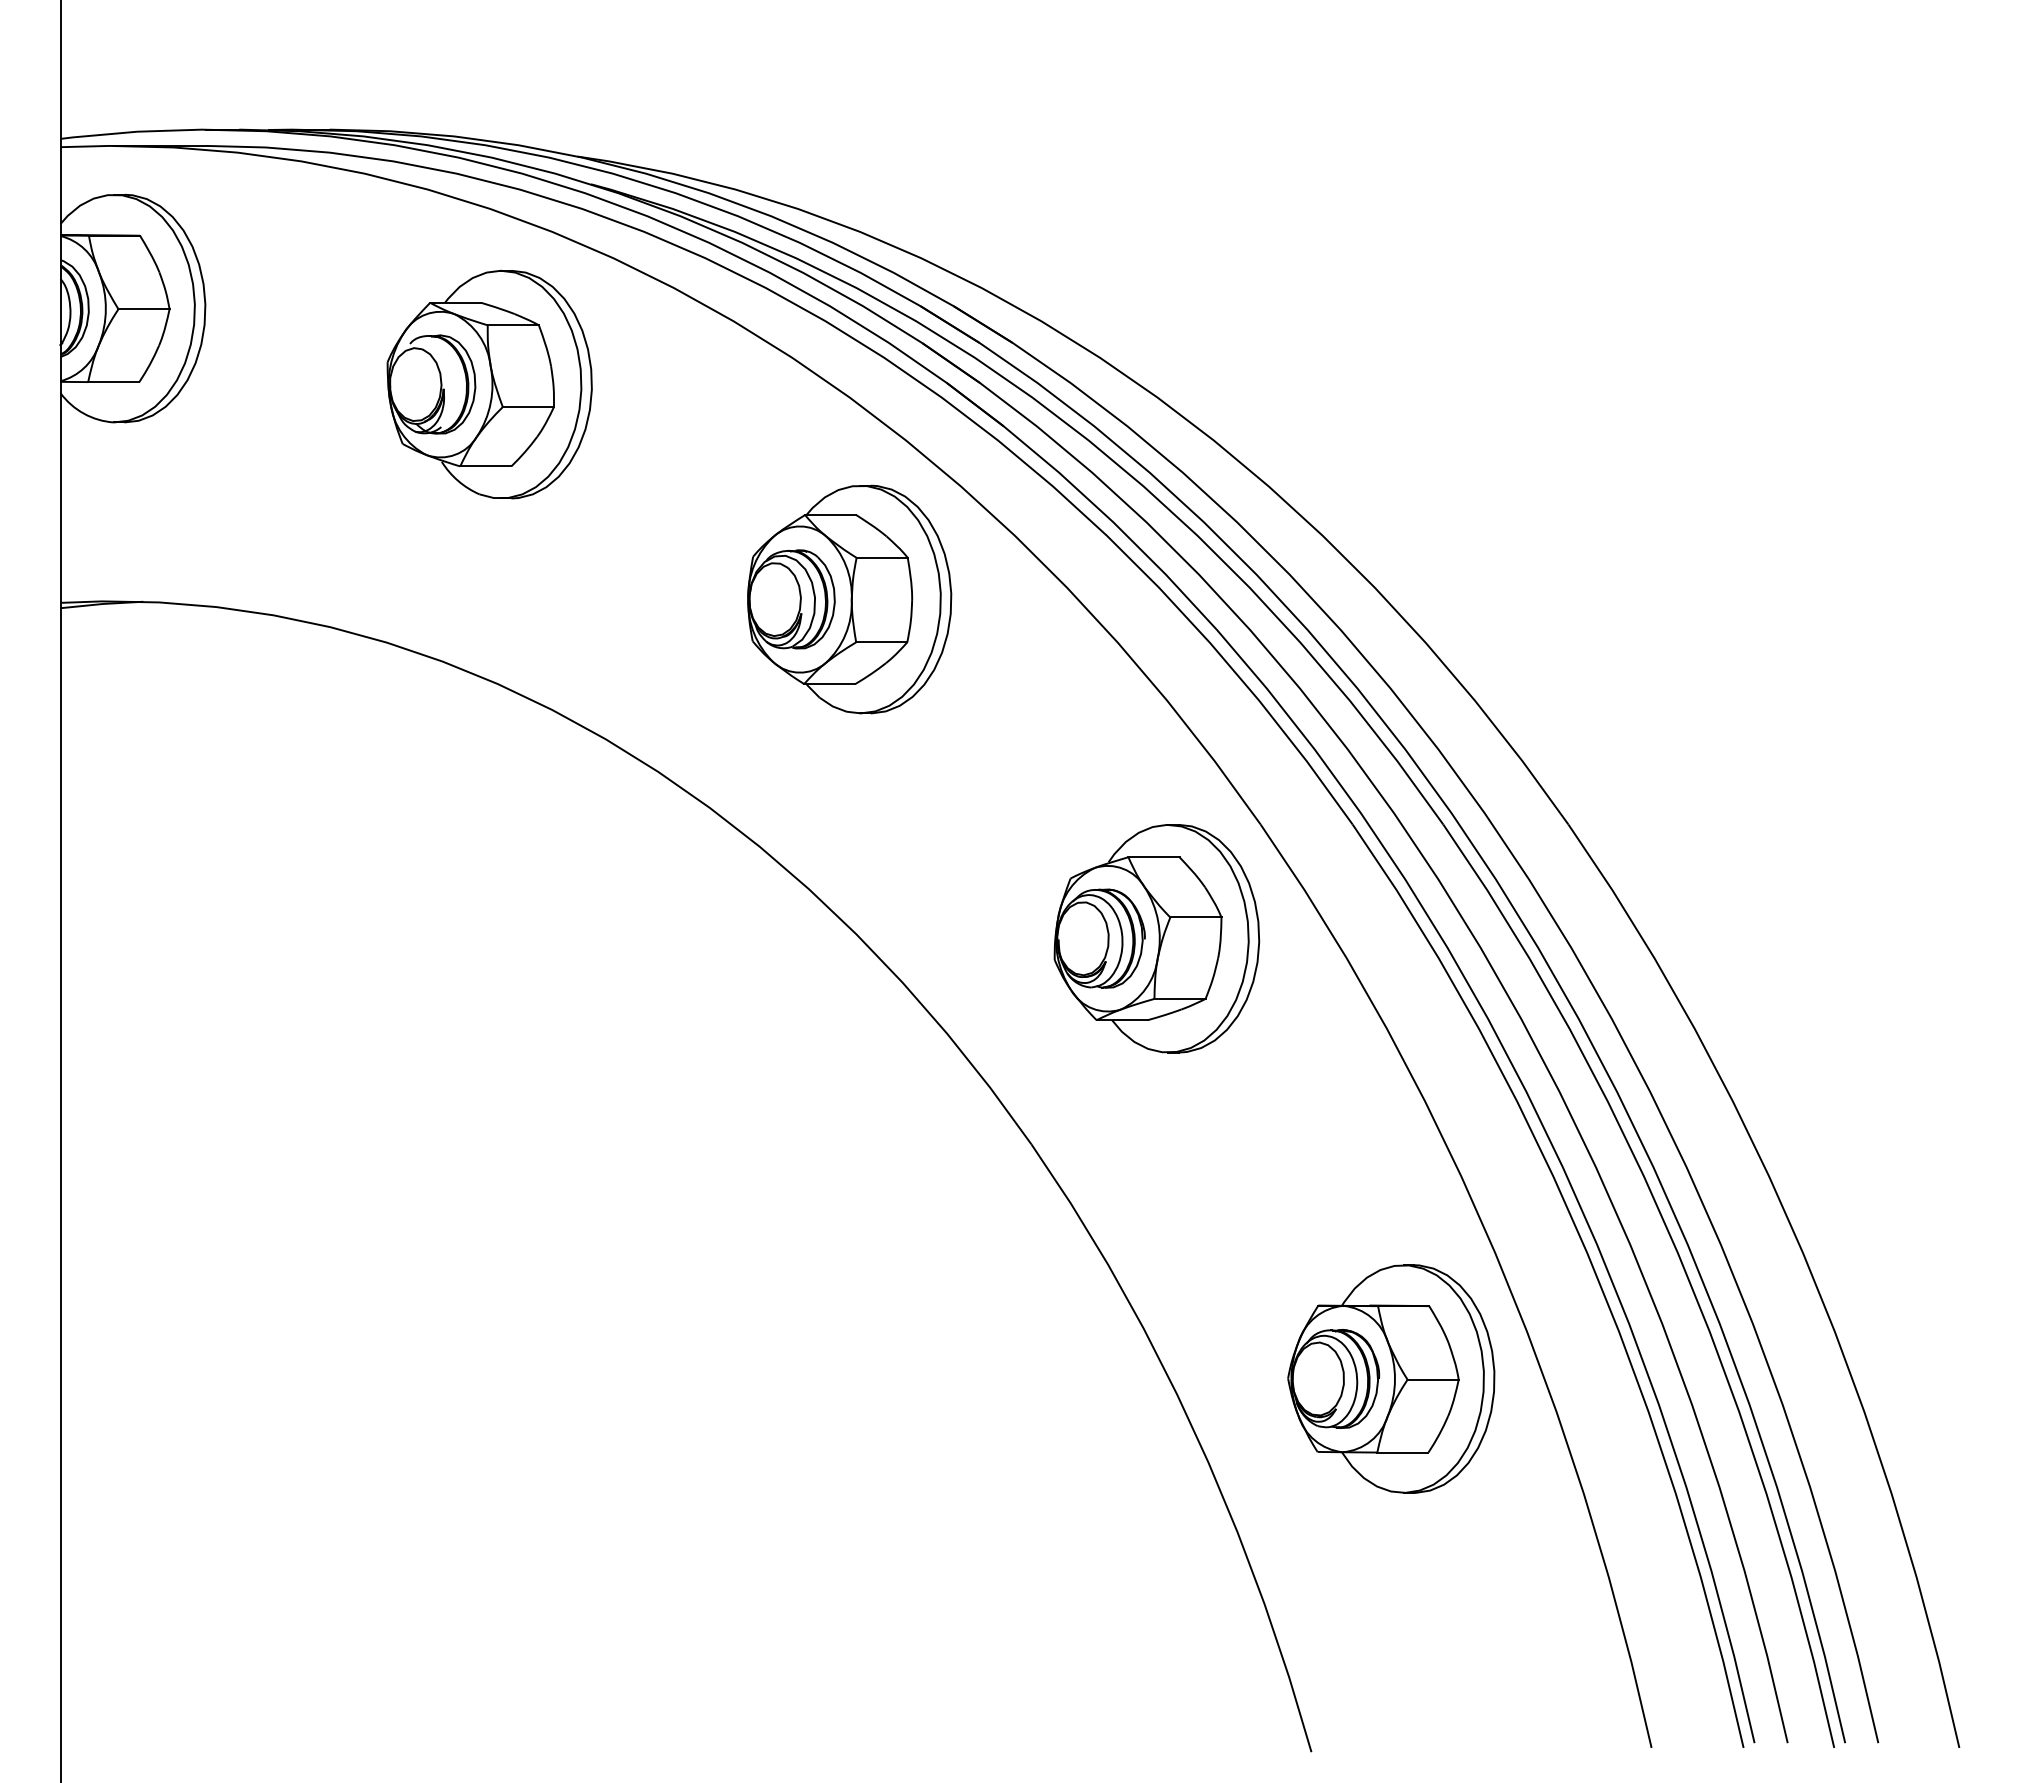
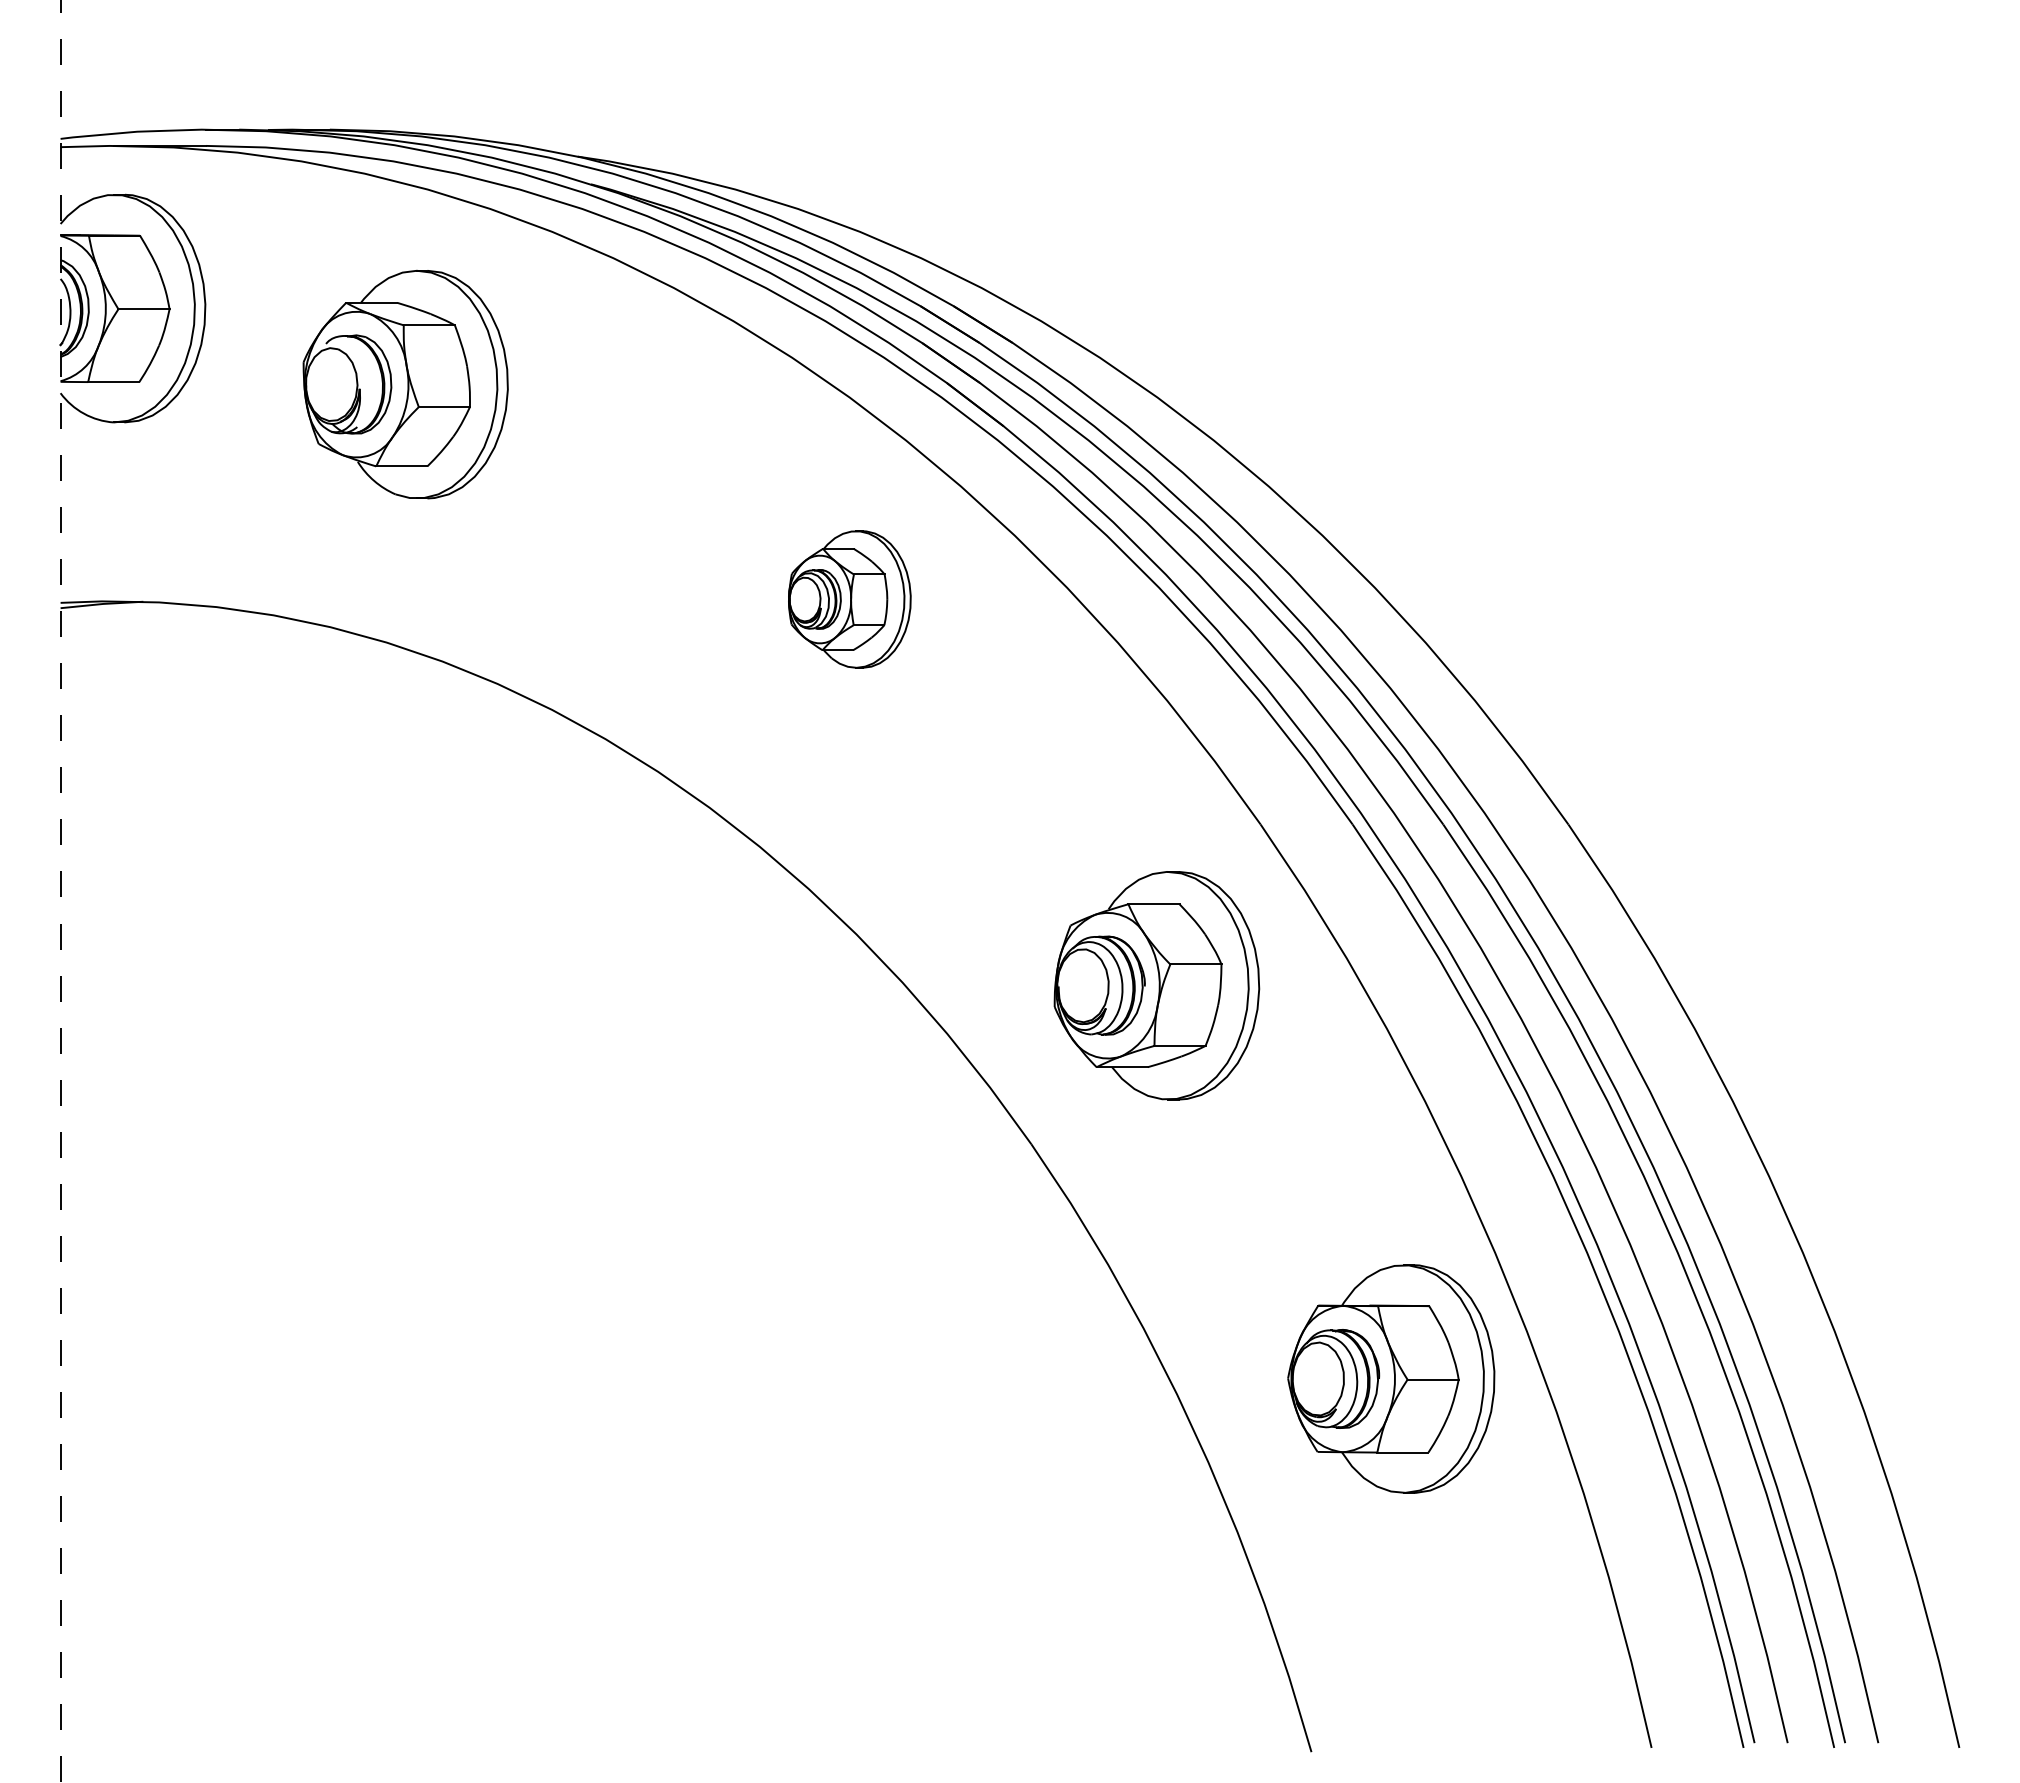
part at (489, 384) position: (489, 384) -> (405, 384)
part at (849, 599) size: 206x231 px -> 124x139 px
line at (60, 891): solid -> dashed
part at (1156, 938) position: (1156, 938) -> (1156, 985)
